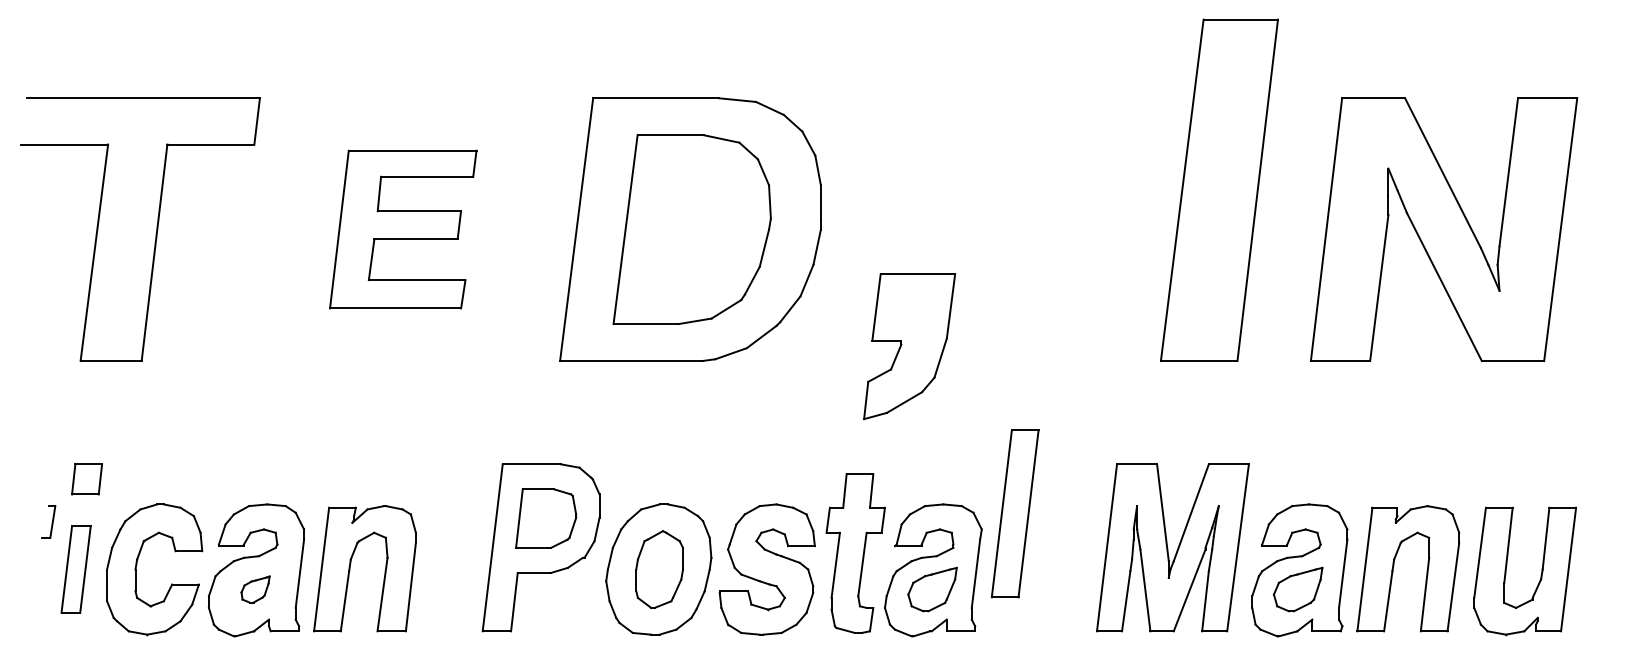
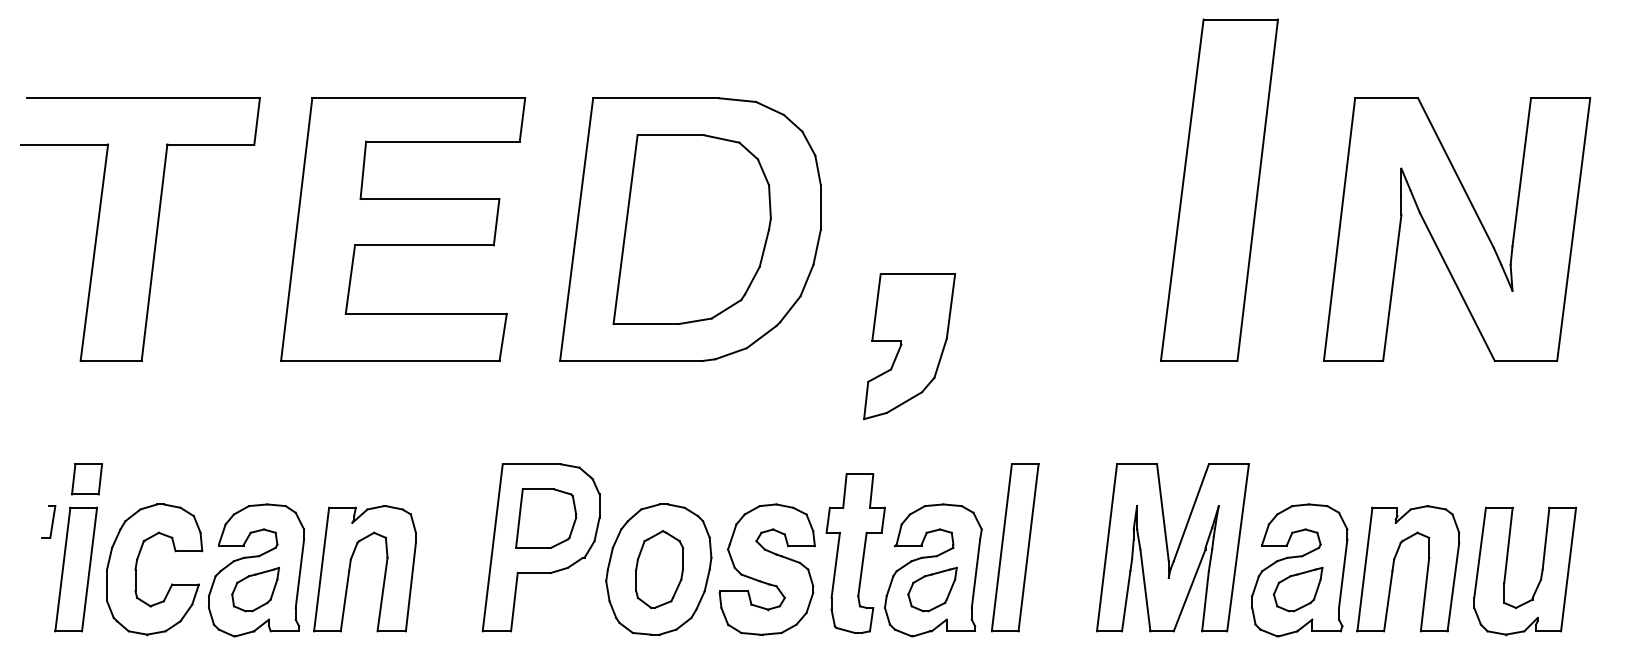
part at (403, 229) size: 149x161 px -> 247x265 px
part at (1444, 229) position: (1444, 229) -> (1457, 229)
part at (1014, 513) position: (1014, 513) -> (1014, 547)
part at (75, 569) size: 32x89 px -> 44x127 px
part at (255, 589) size: 31x29 px -> 49x47 px
